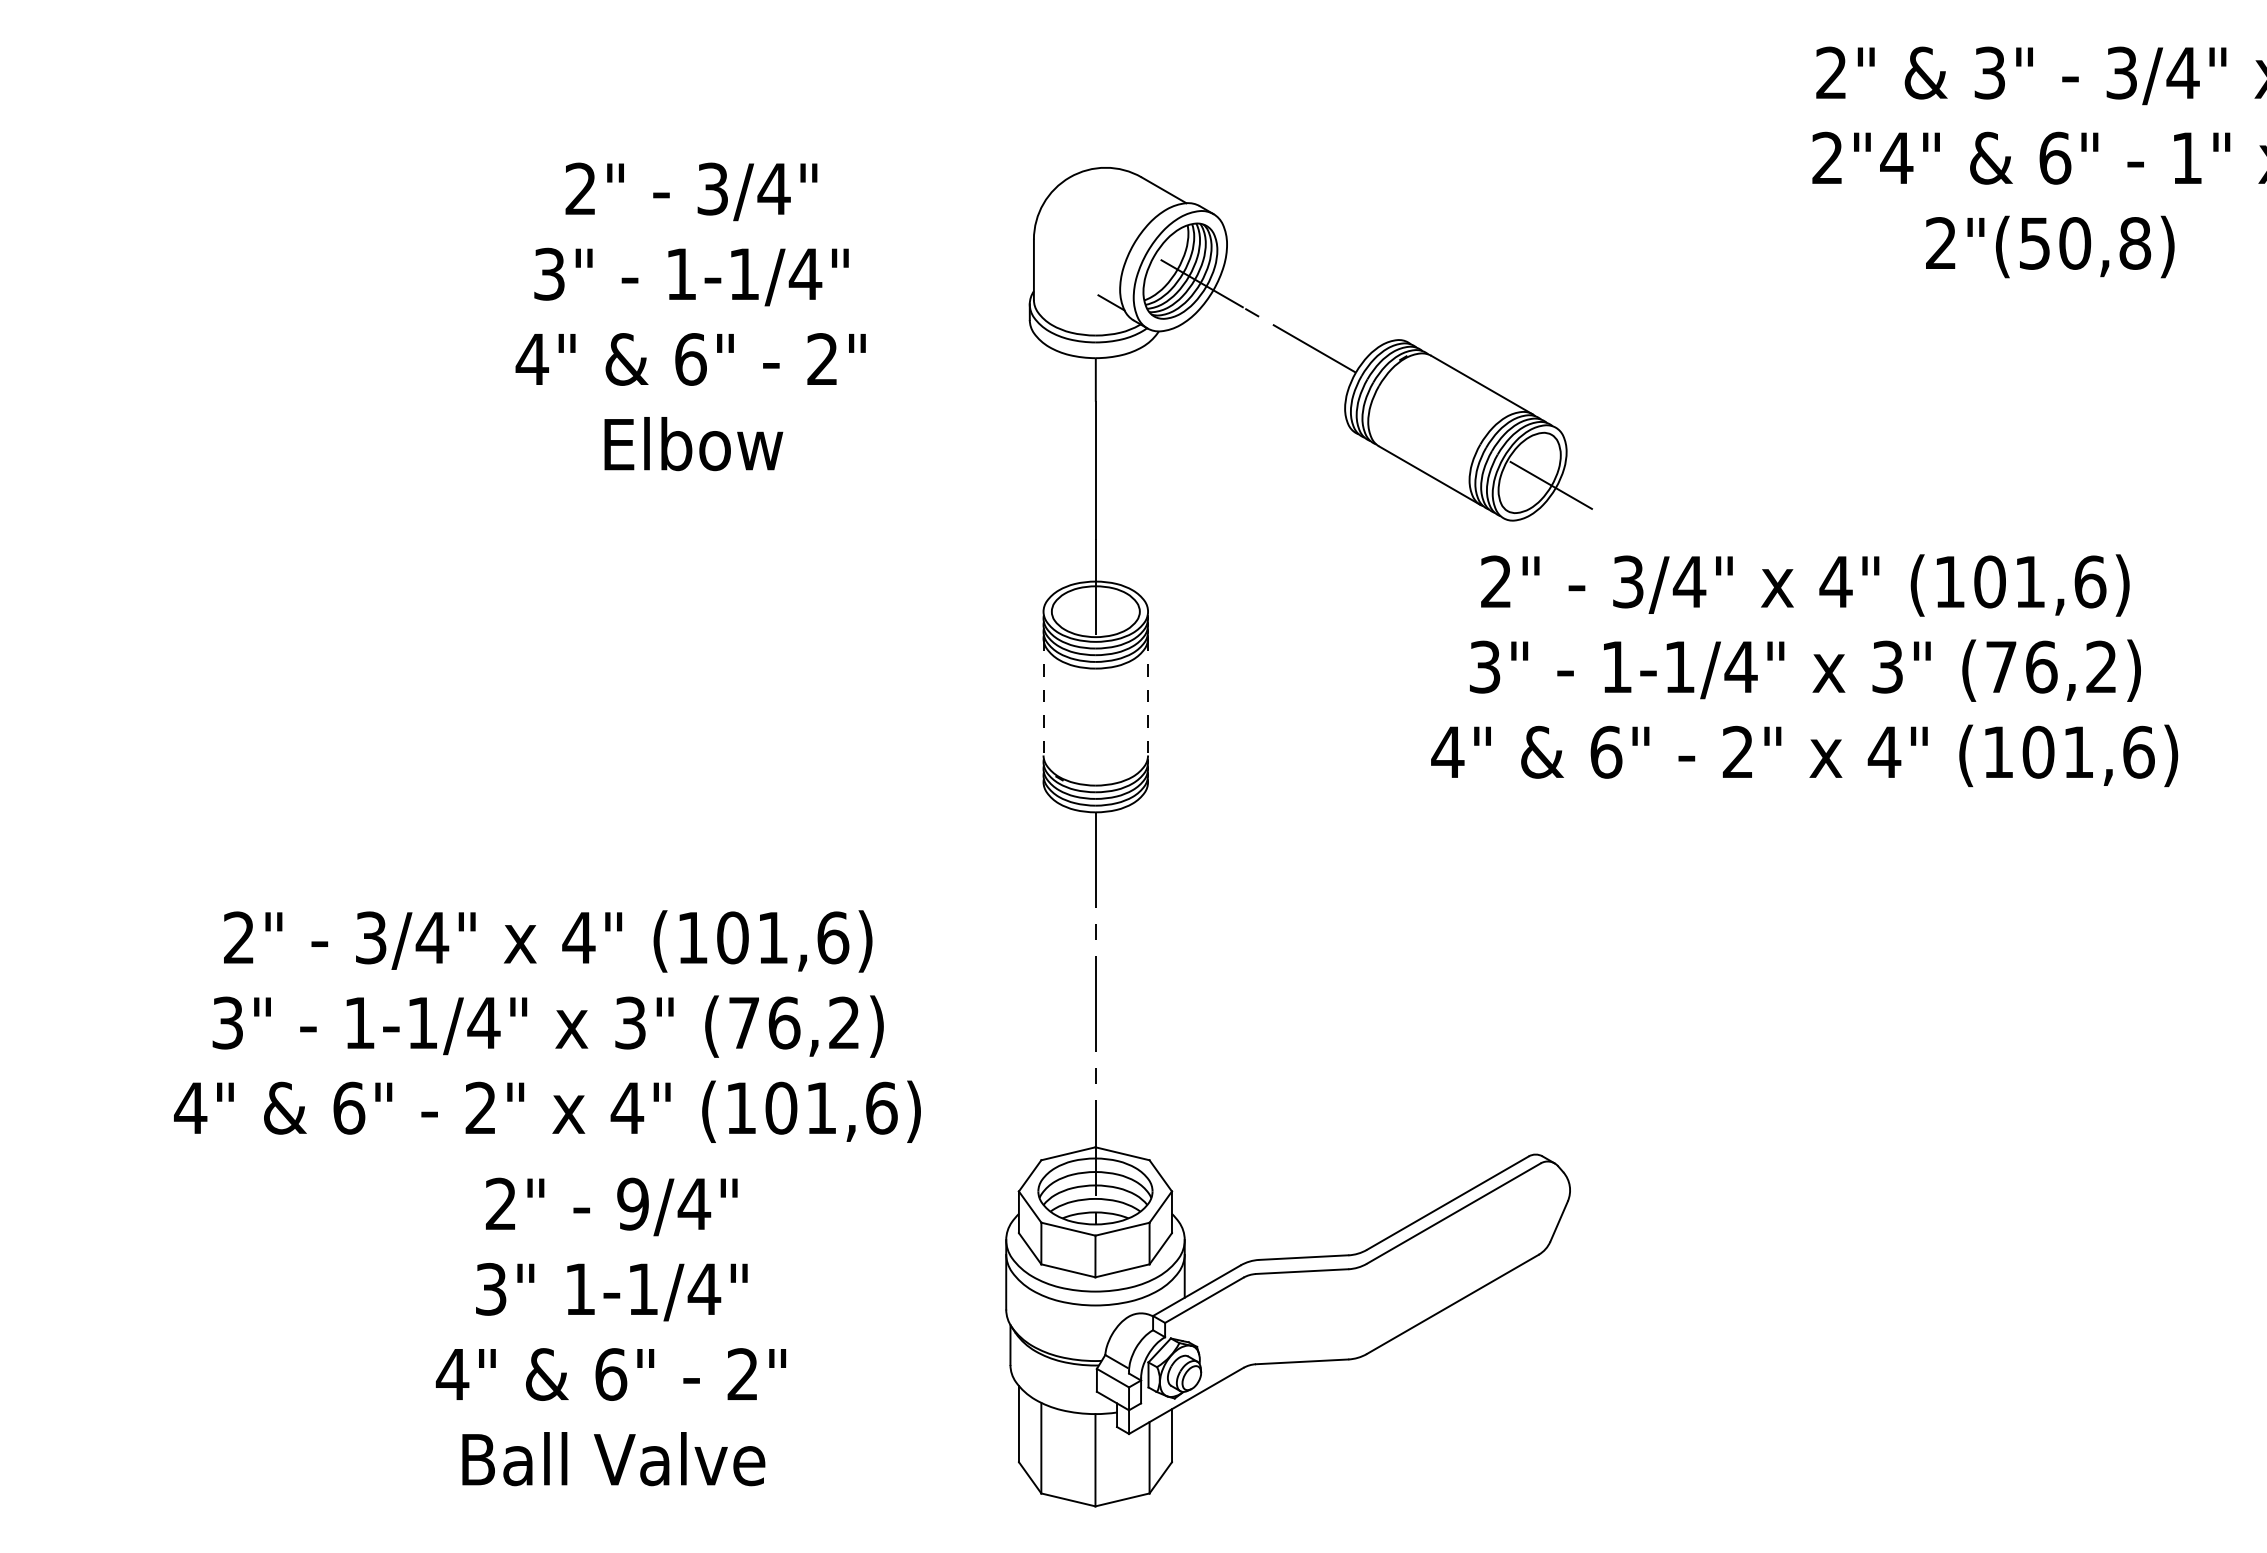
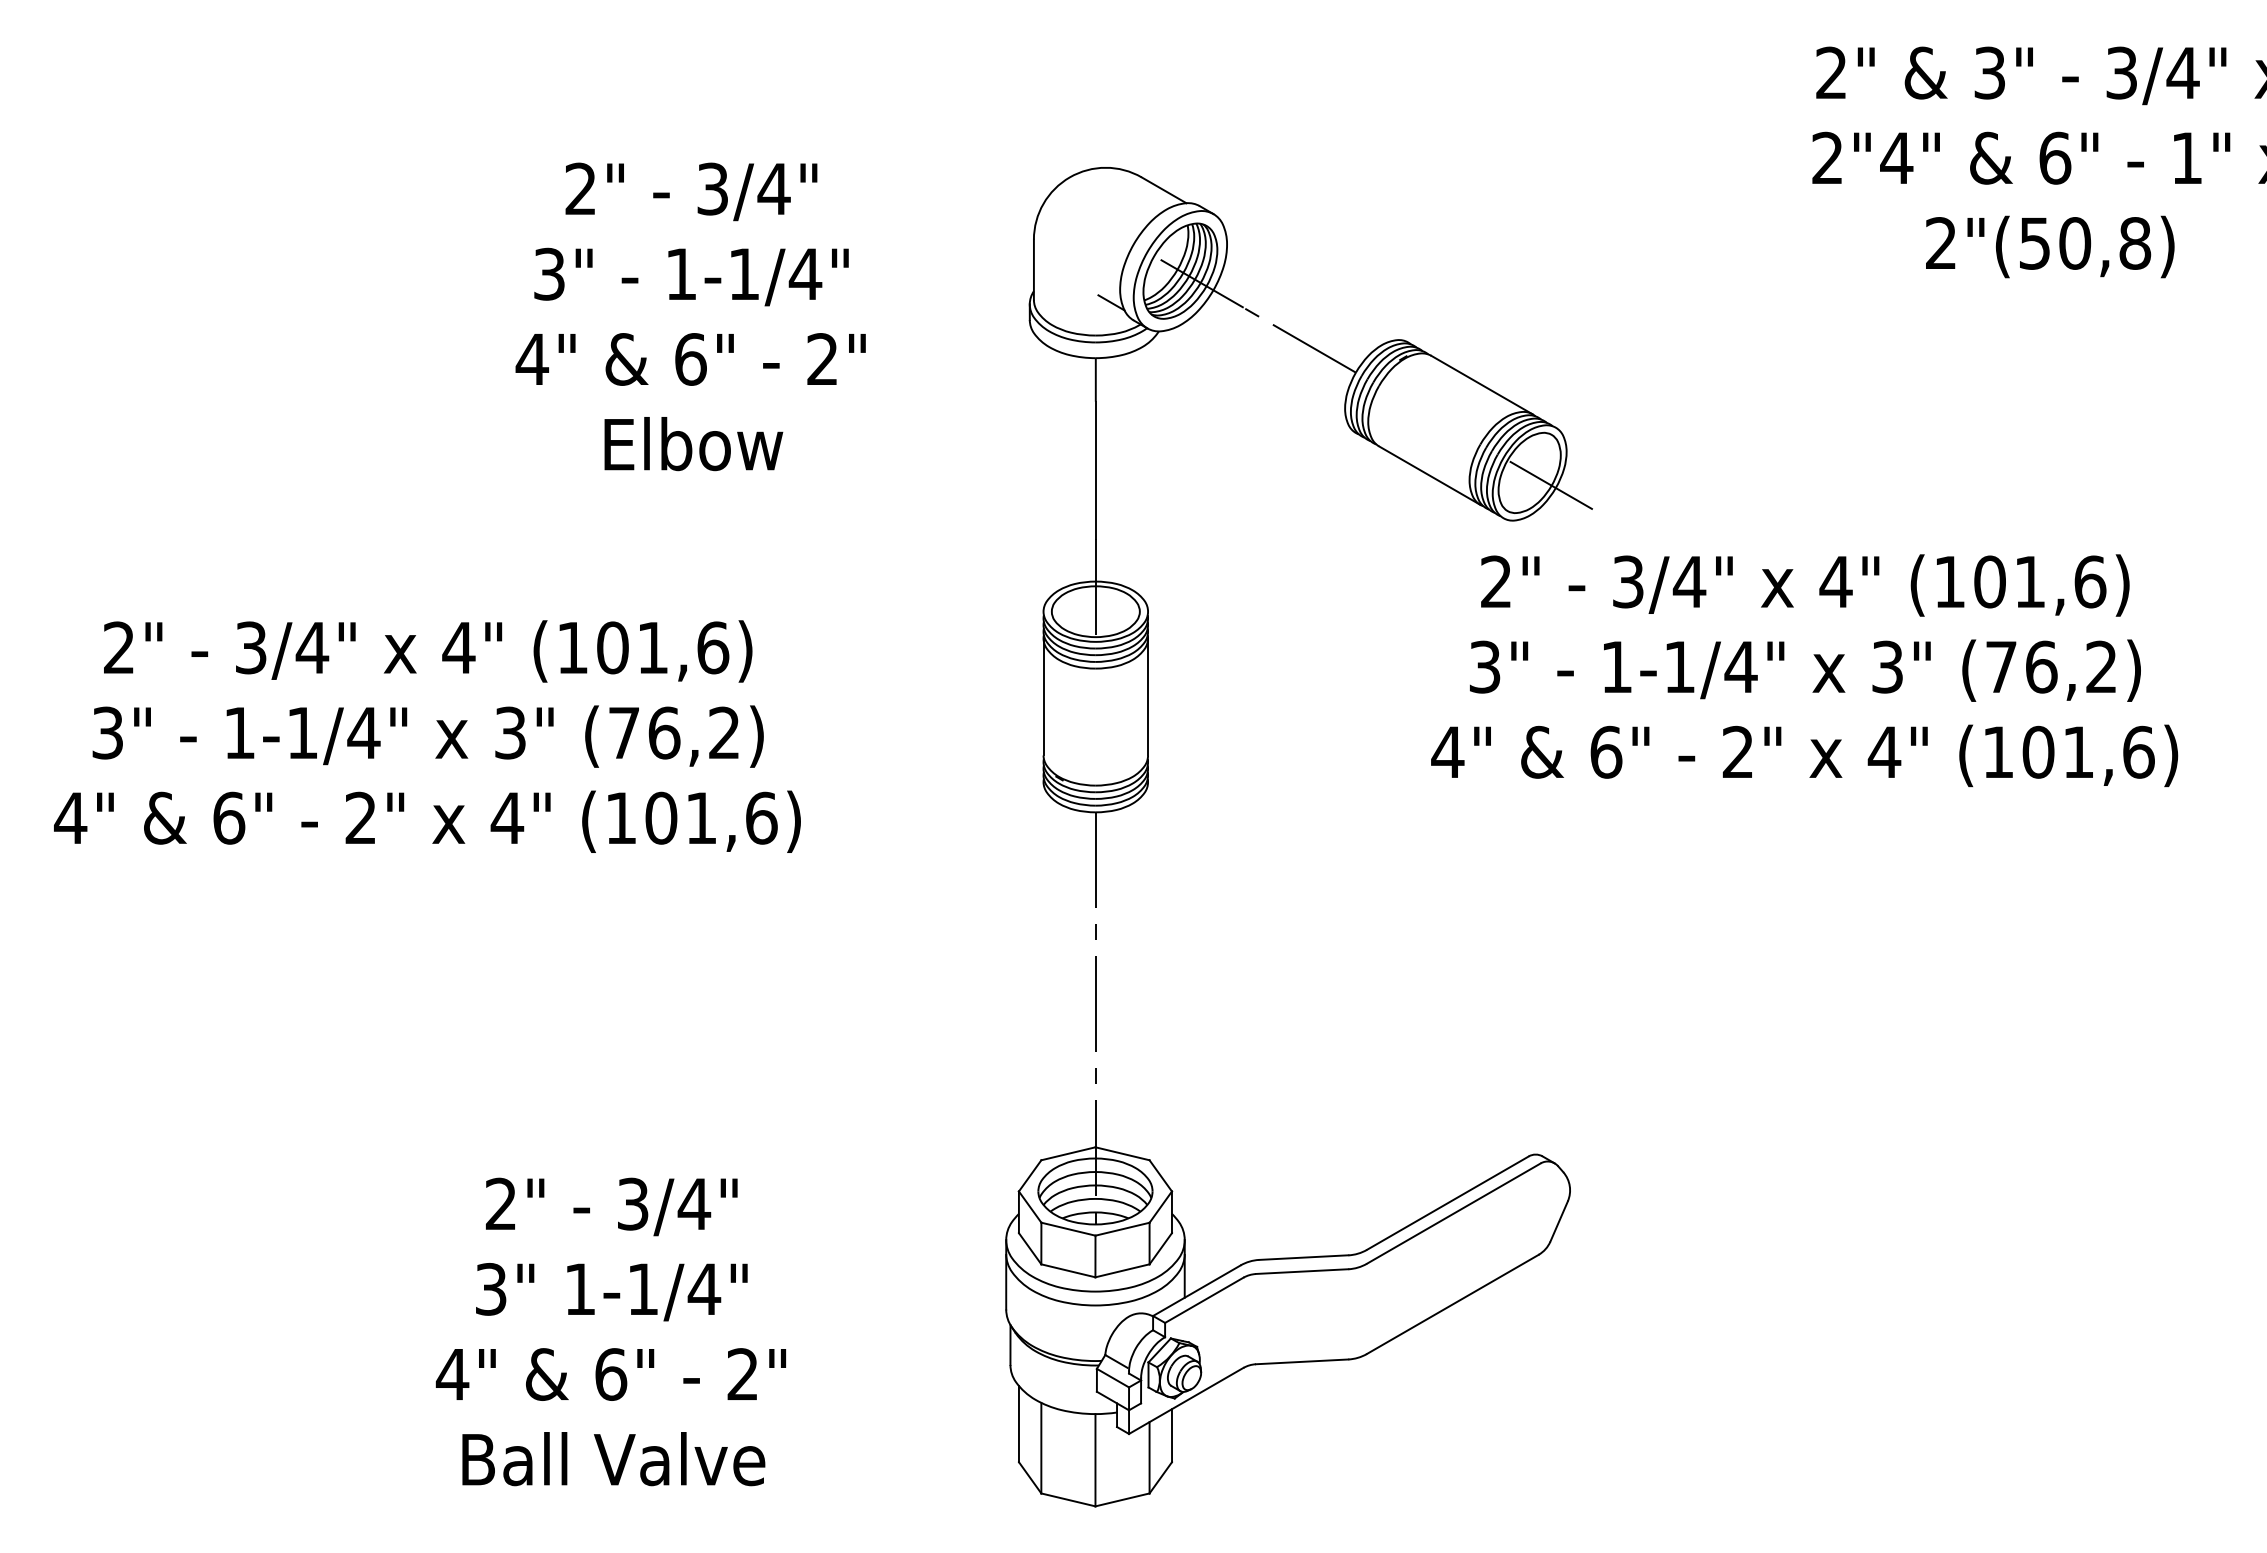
line at (1043, 696): dashed -> solid
line at (1148, 696): dashed -> solid
text at (547, 1026) position: (547, 1026) -> (427, 736)
text at (632, 1203): 9/4" -> 3/4"
